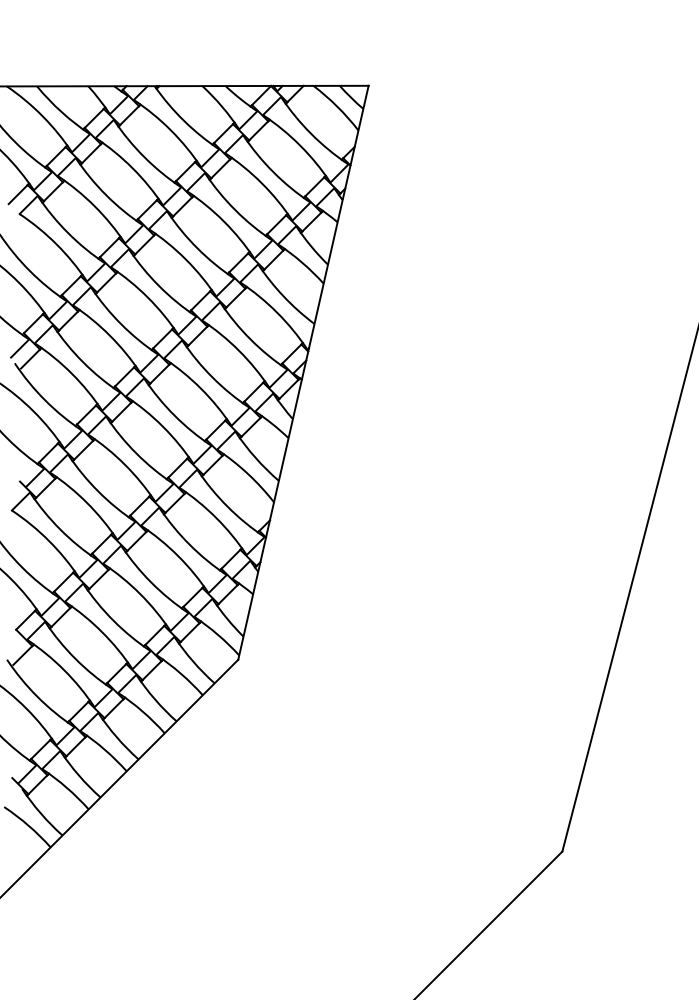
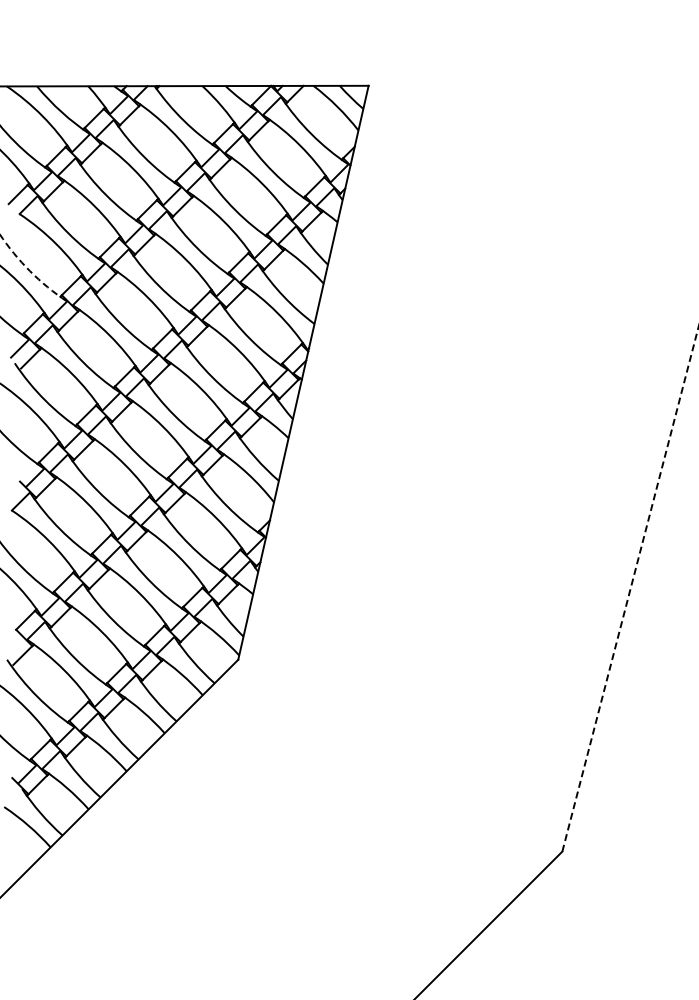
arc at (30, 271): solid -> dashed
line at (630, 588): solid -> dashed
